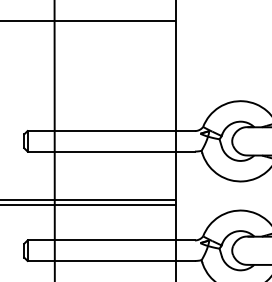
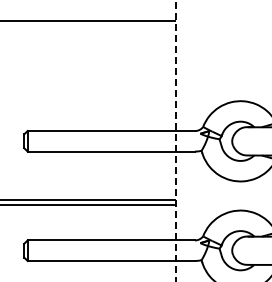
line at (54, 140): present -> none
line at (175, 141): solid -> dashed
